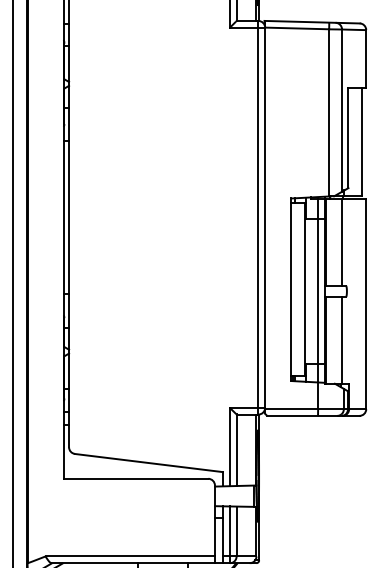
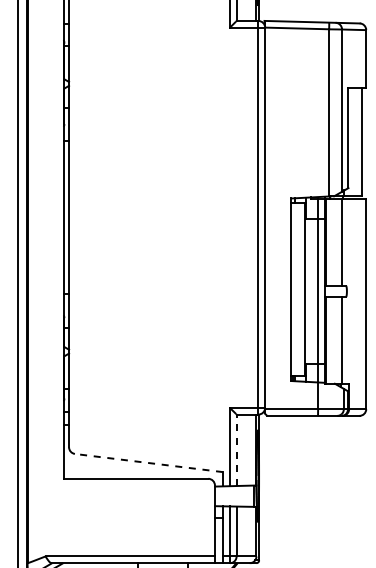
line at (13, 283) position: (13, 283) -> (18, 283)
line at (236, 450): solid -> dashed
line at (148, 463): solid -> dashed
